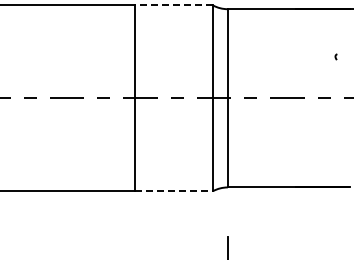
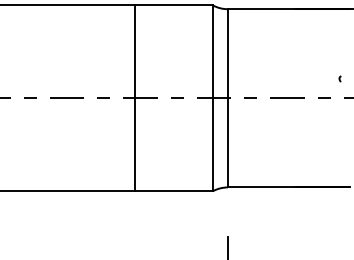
line at (173, 5): dashed -> solid
curve at (335, 56) position: (335, 56) -> (339, 78)
line at (174, 191): dashed -> solid
